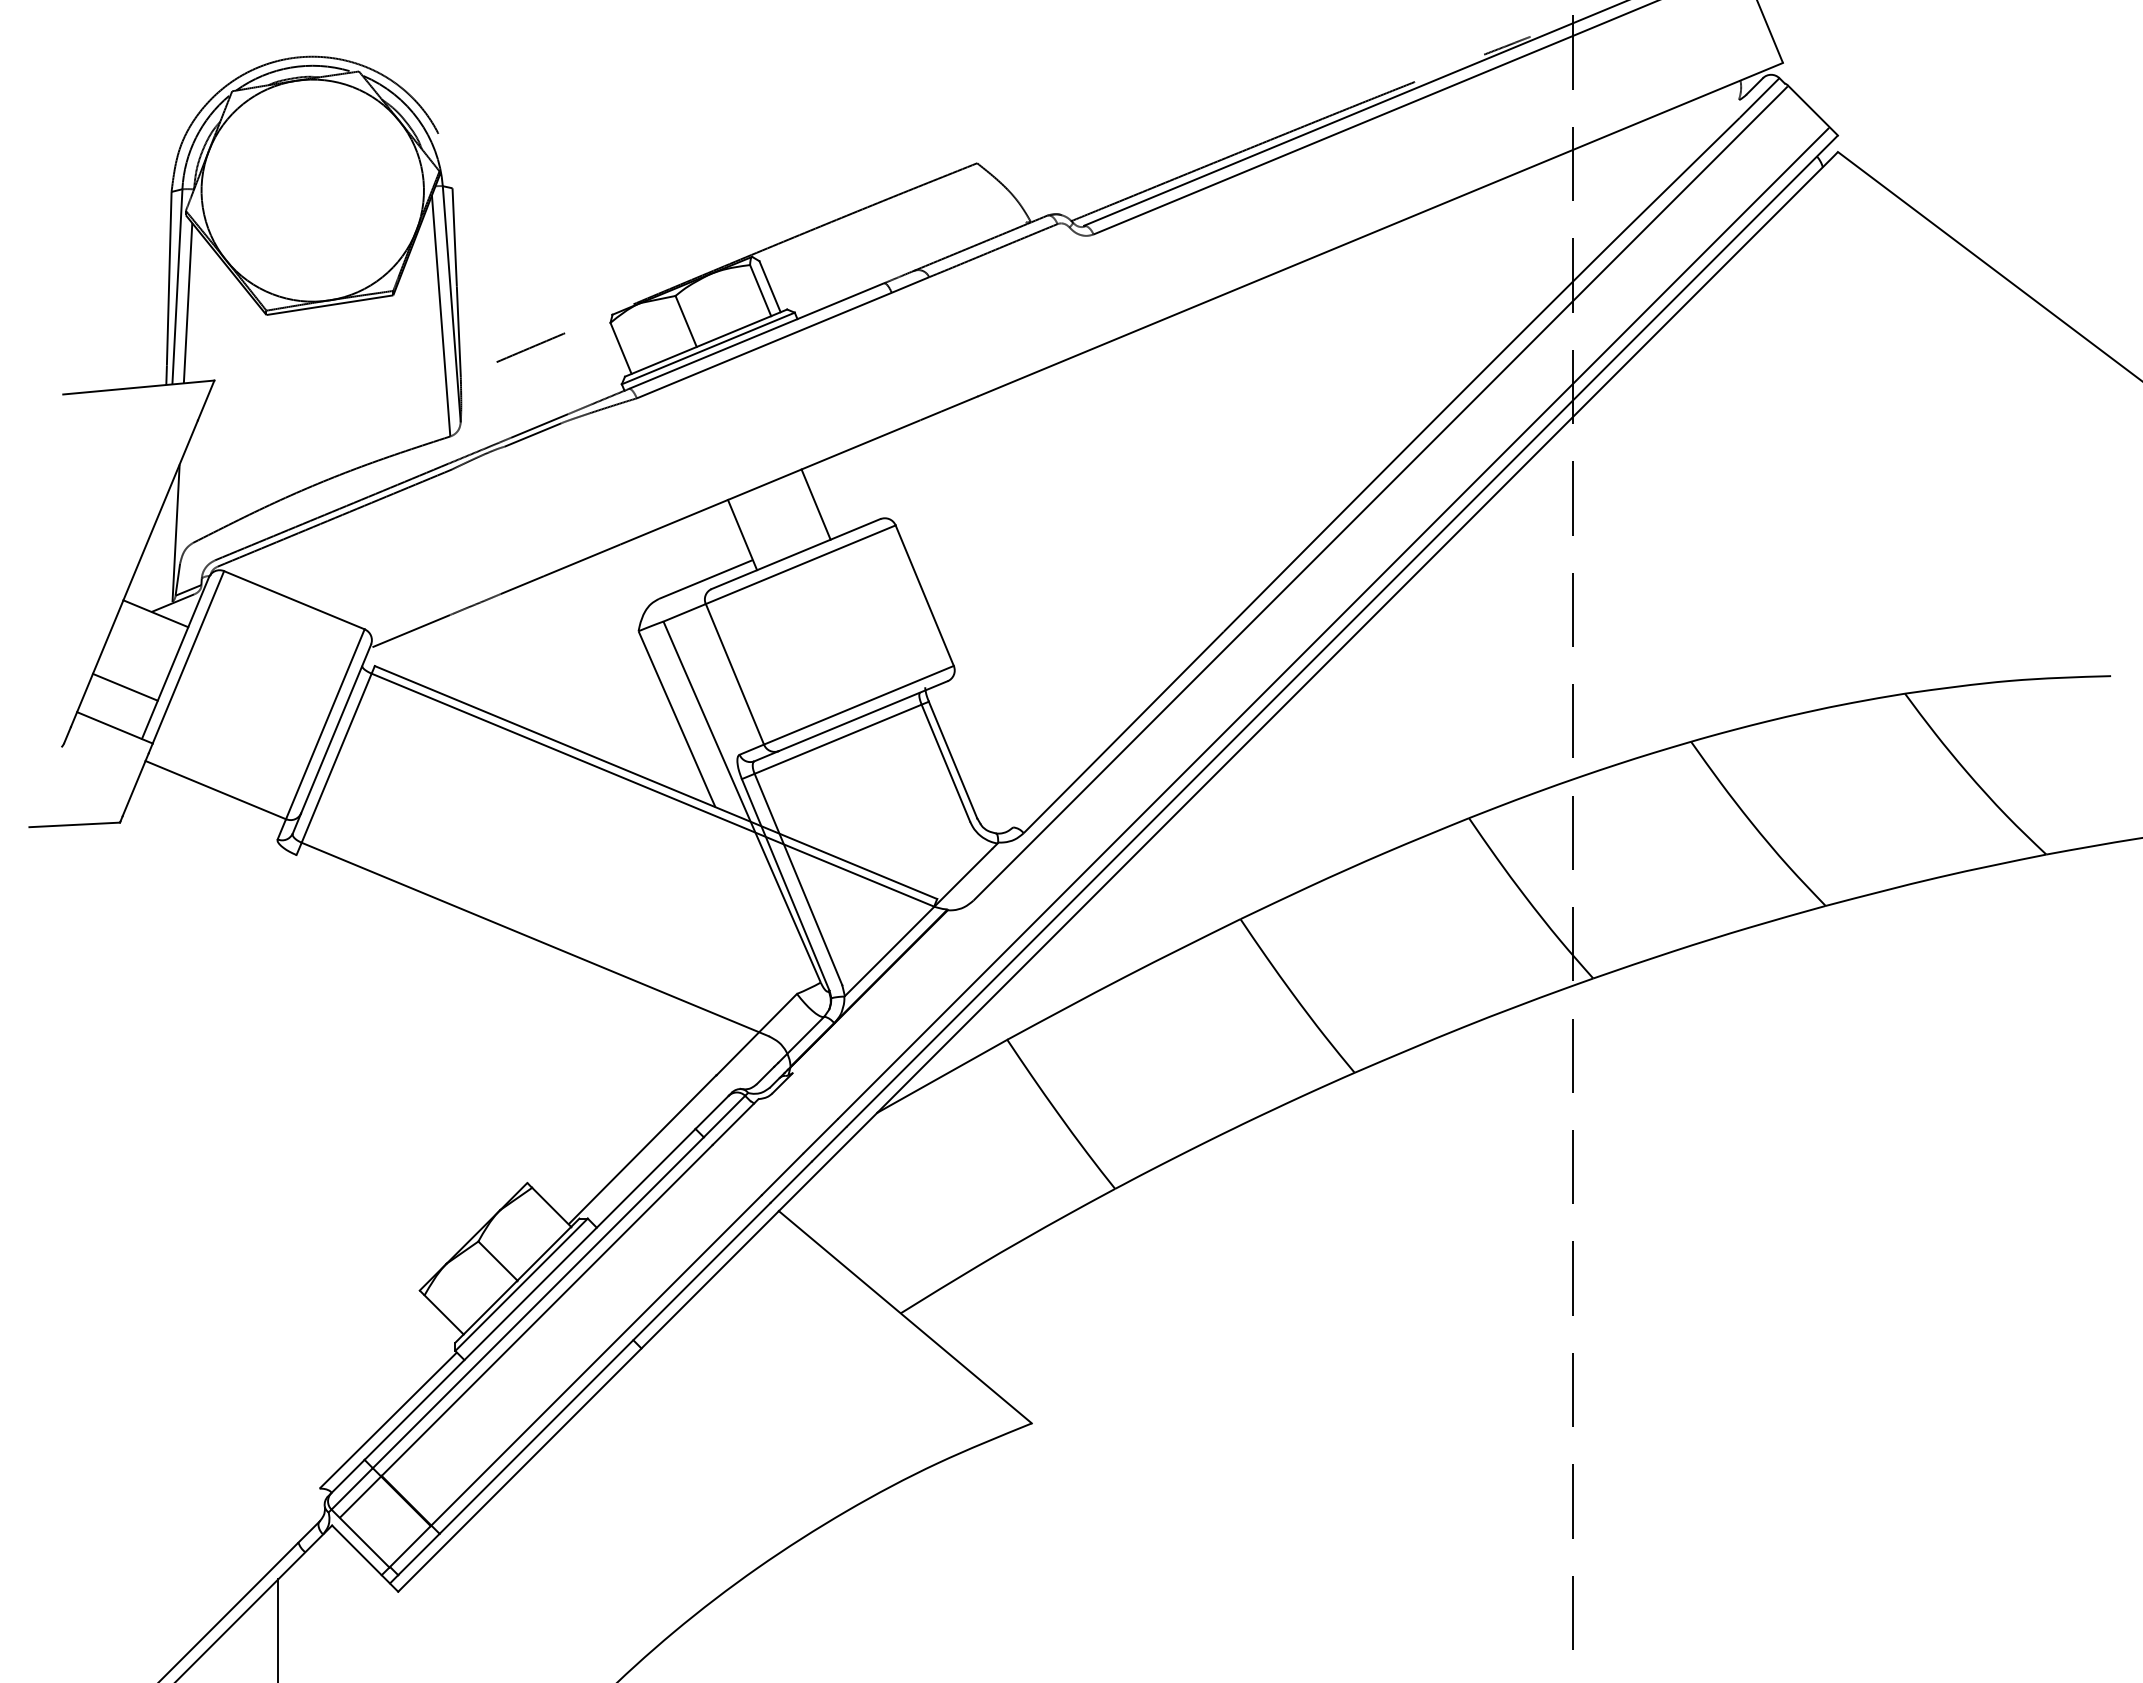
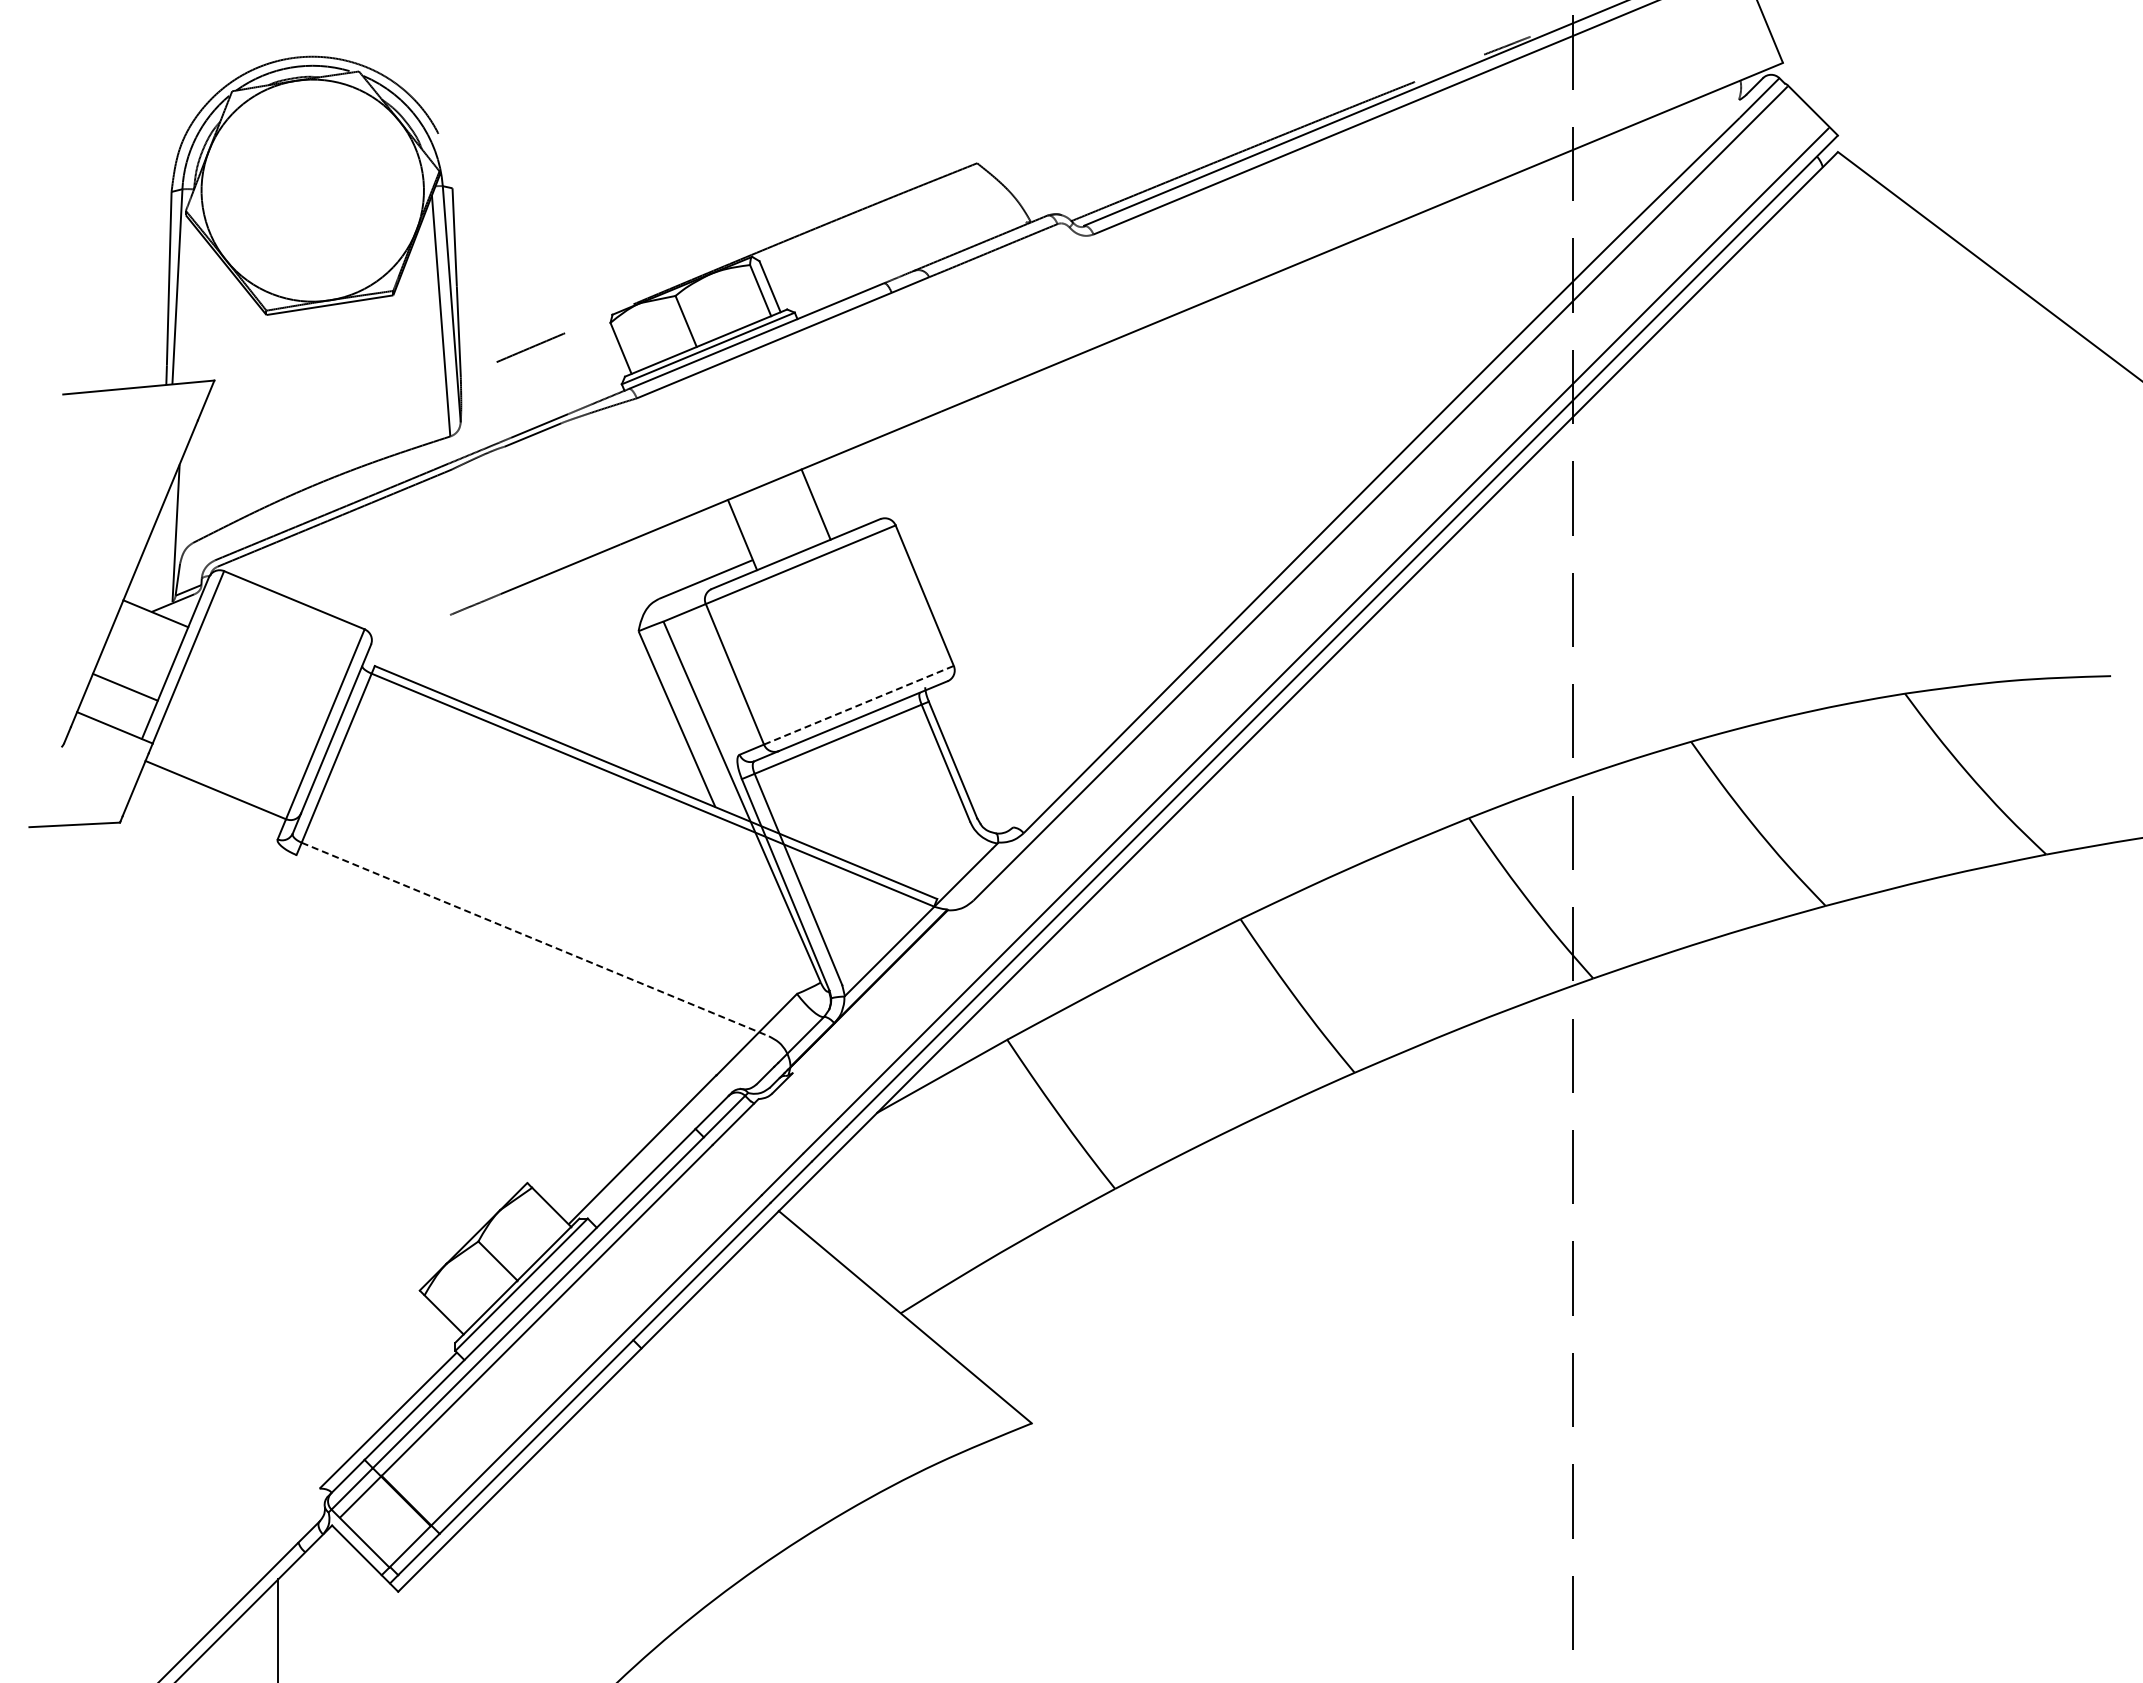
line at (187, 303): present -> none
line at (411, 631): present -> none
line at (858, 705): solid -> dashed
line at (535, 939): solid -> dashed
